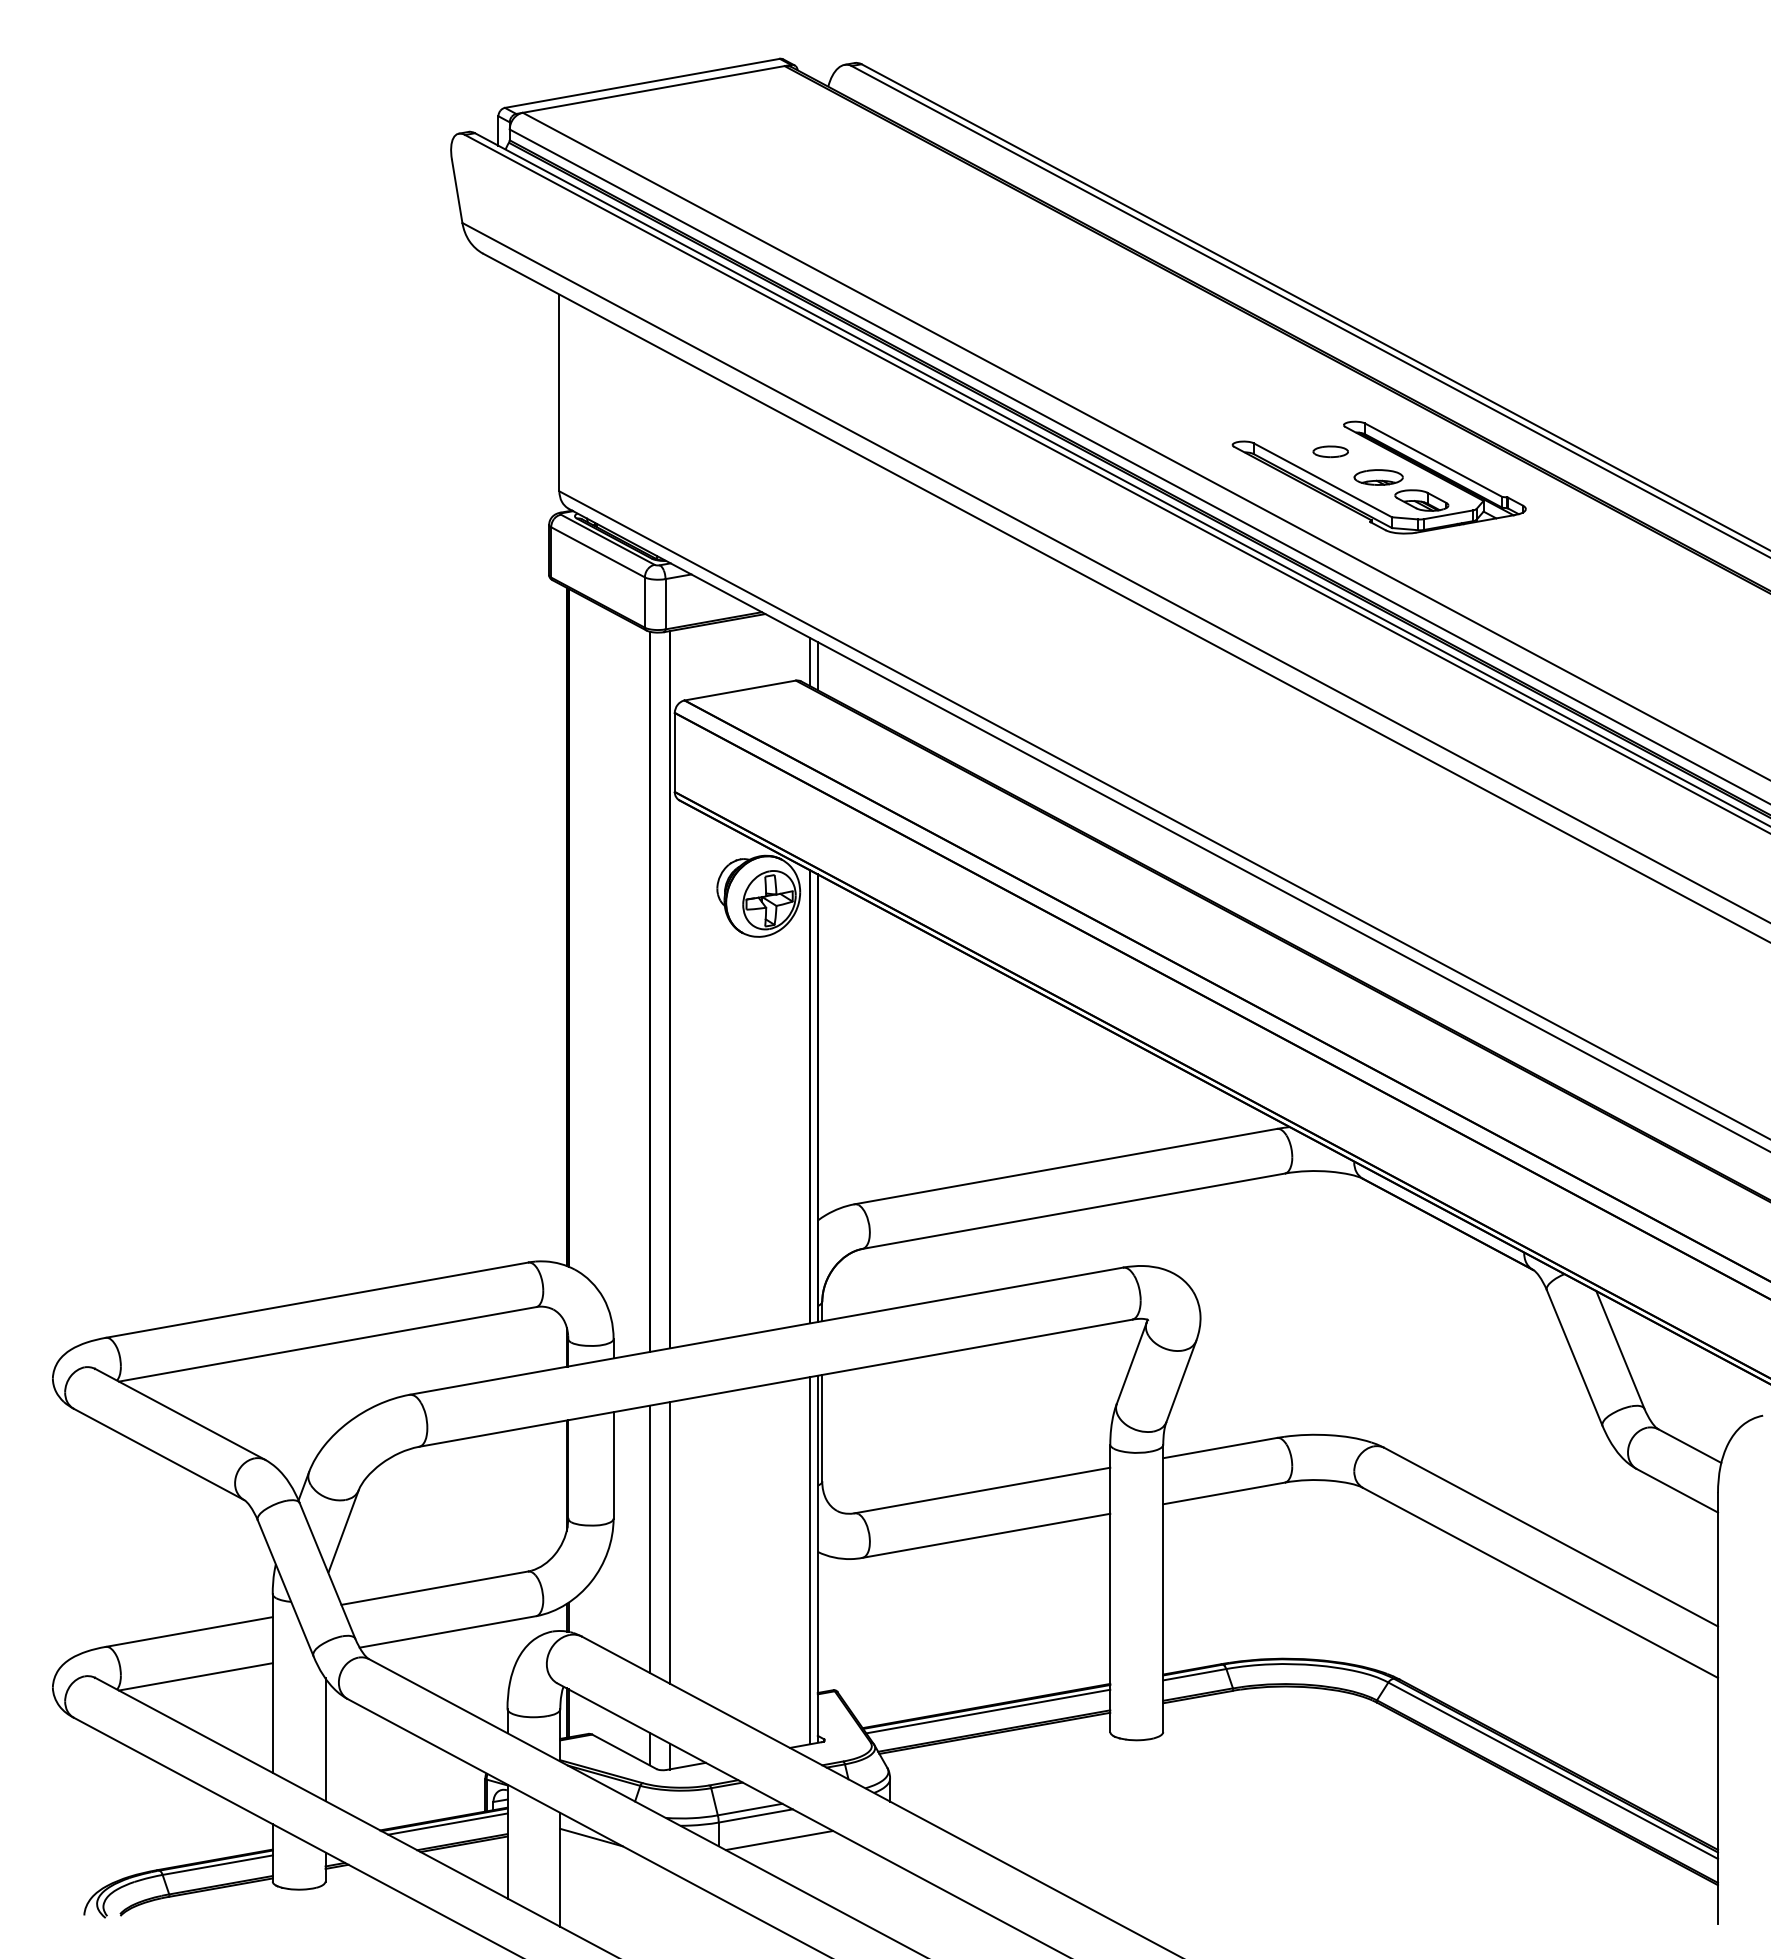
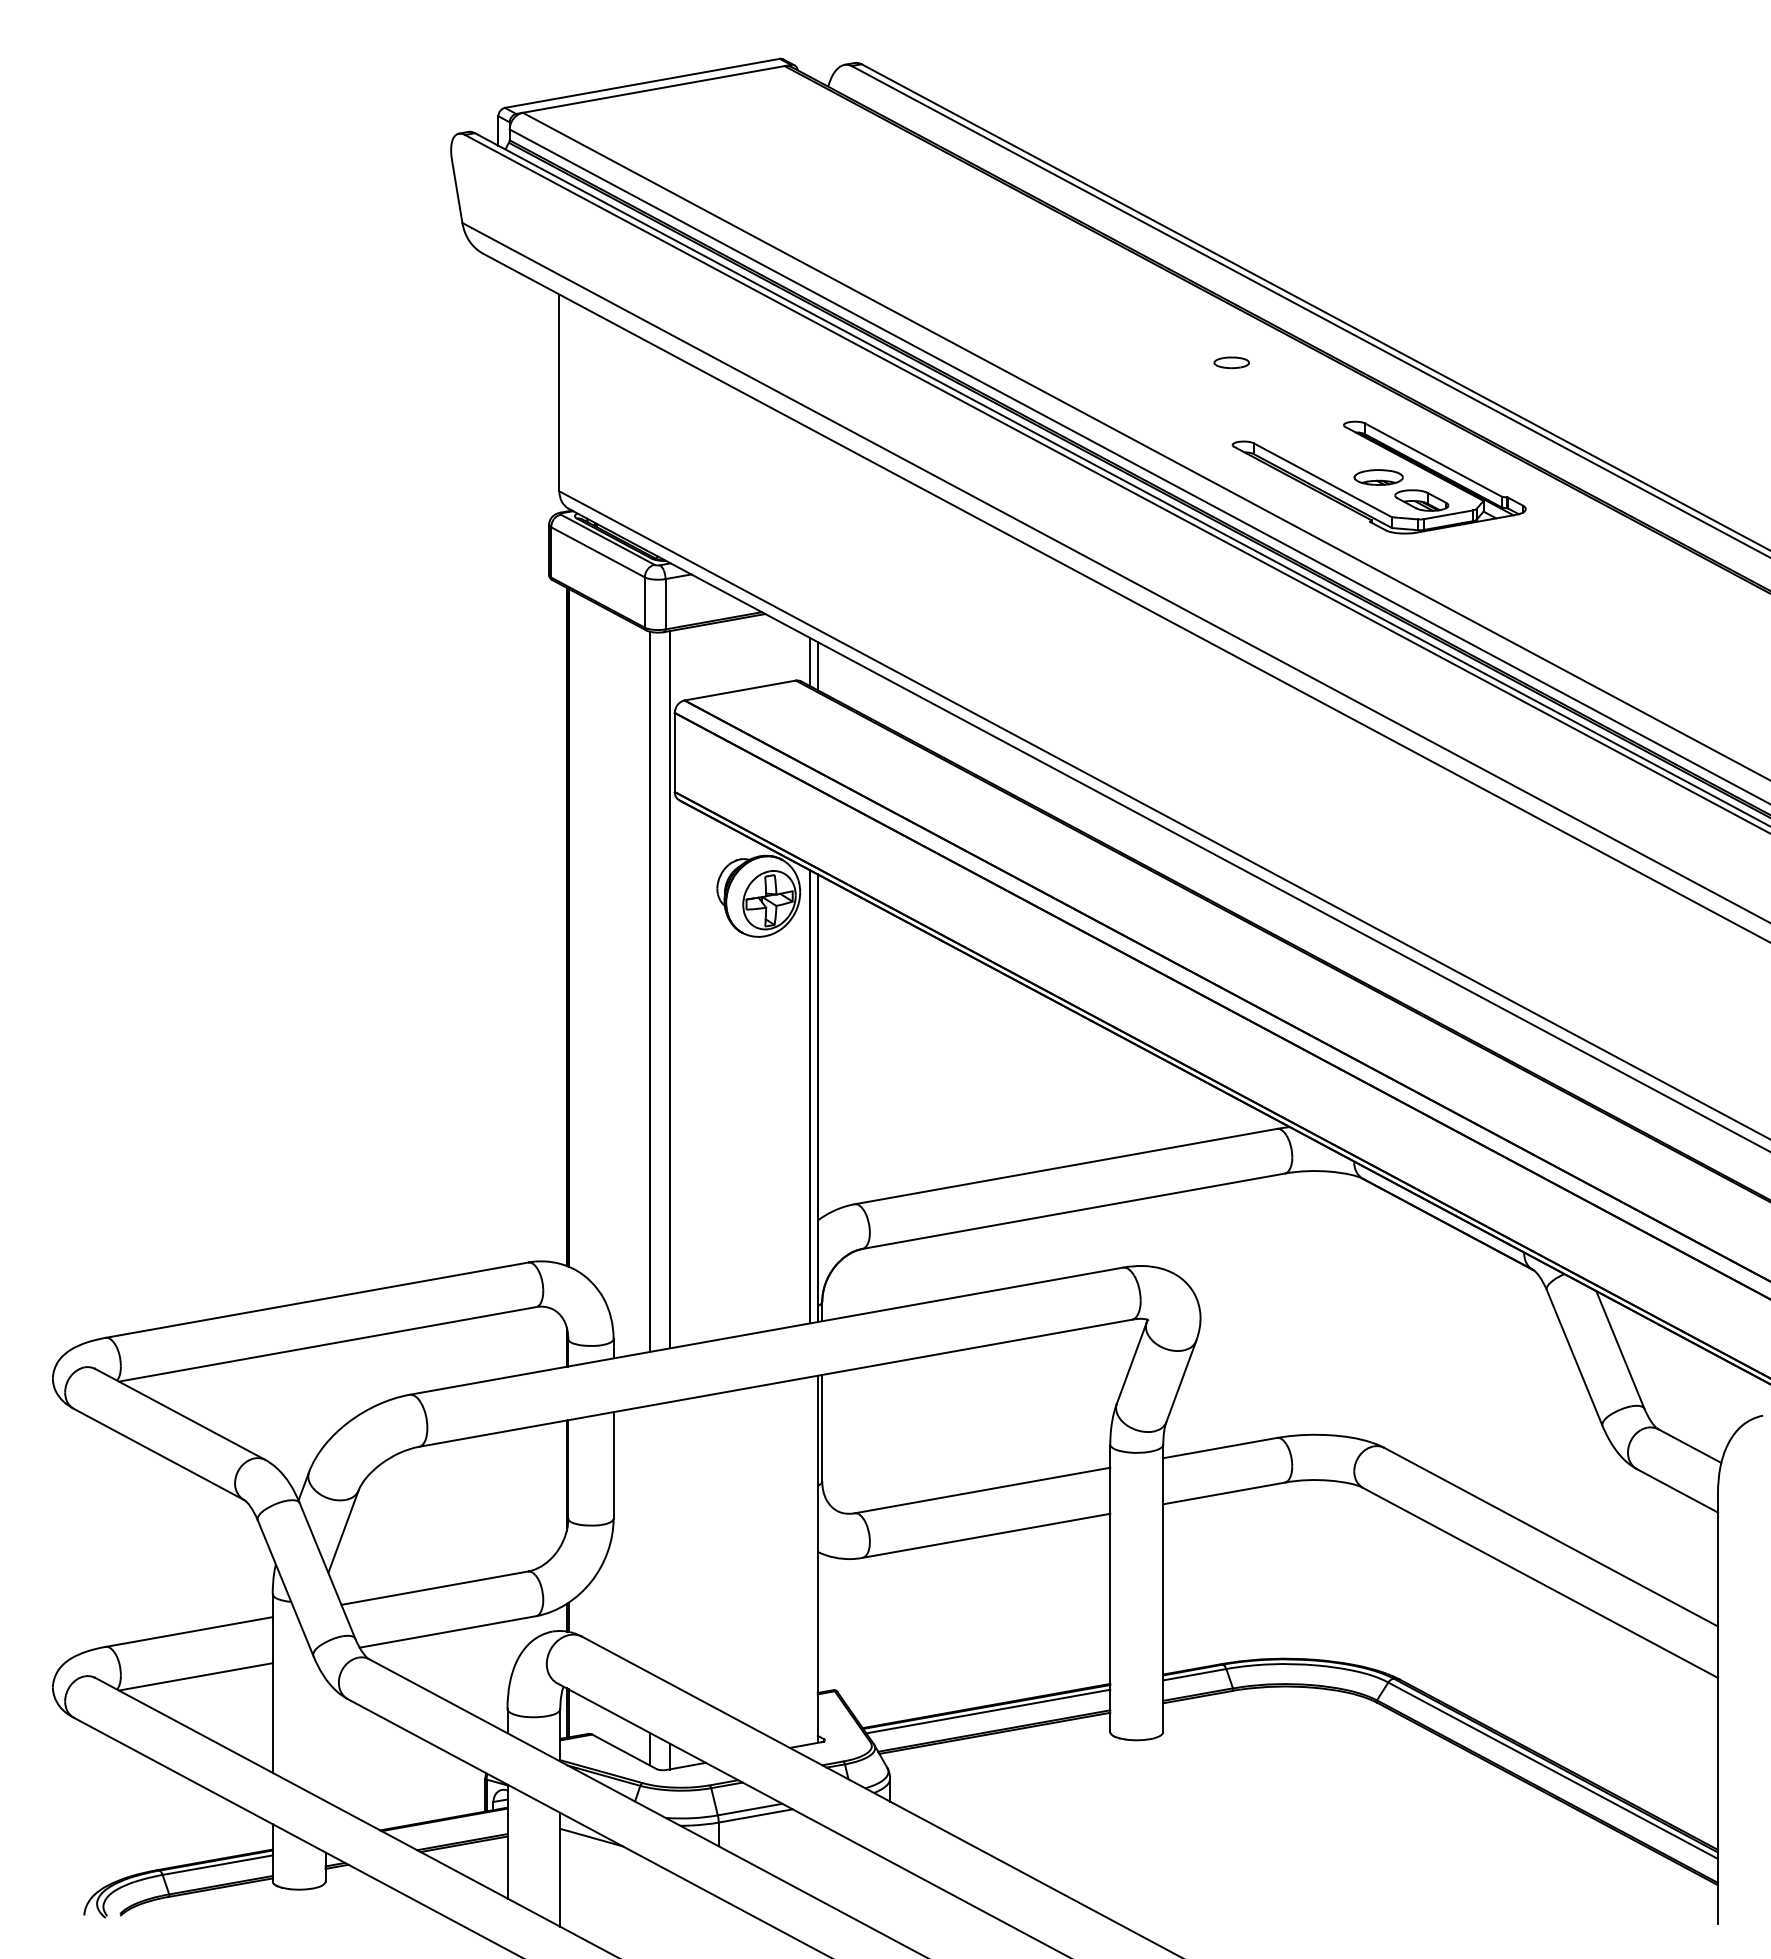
part at (1330, 451) position: (1330, 451) -> (1231, 362)
line at (649, 1538): present -> none
line at (670, 1542): present -> none
line at (810, 1560): present -> none
line at (325, 1739): present -> none
line at (447, 1823): present -> none
line at (779, 1840): present -> none
